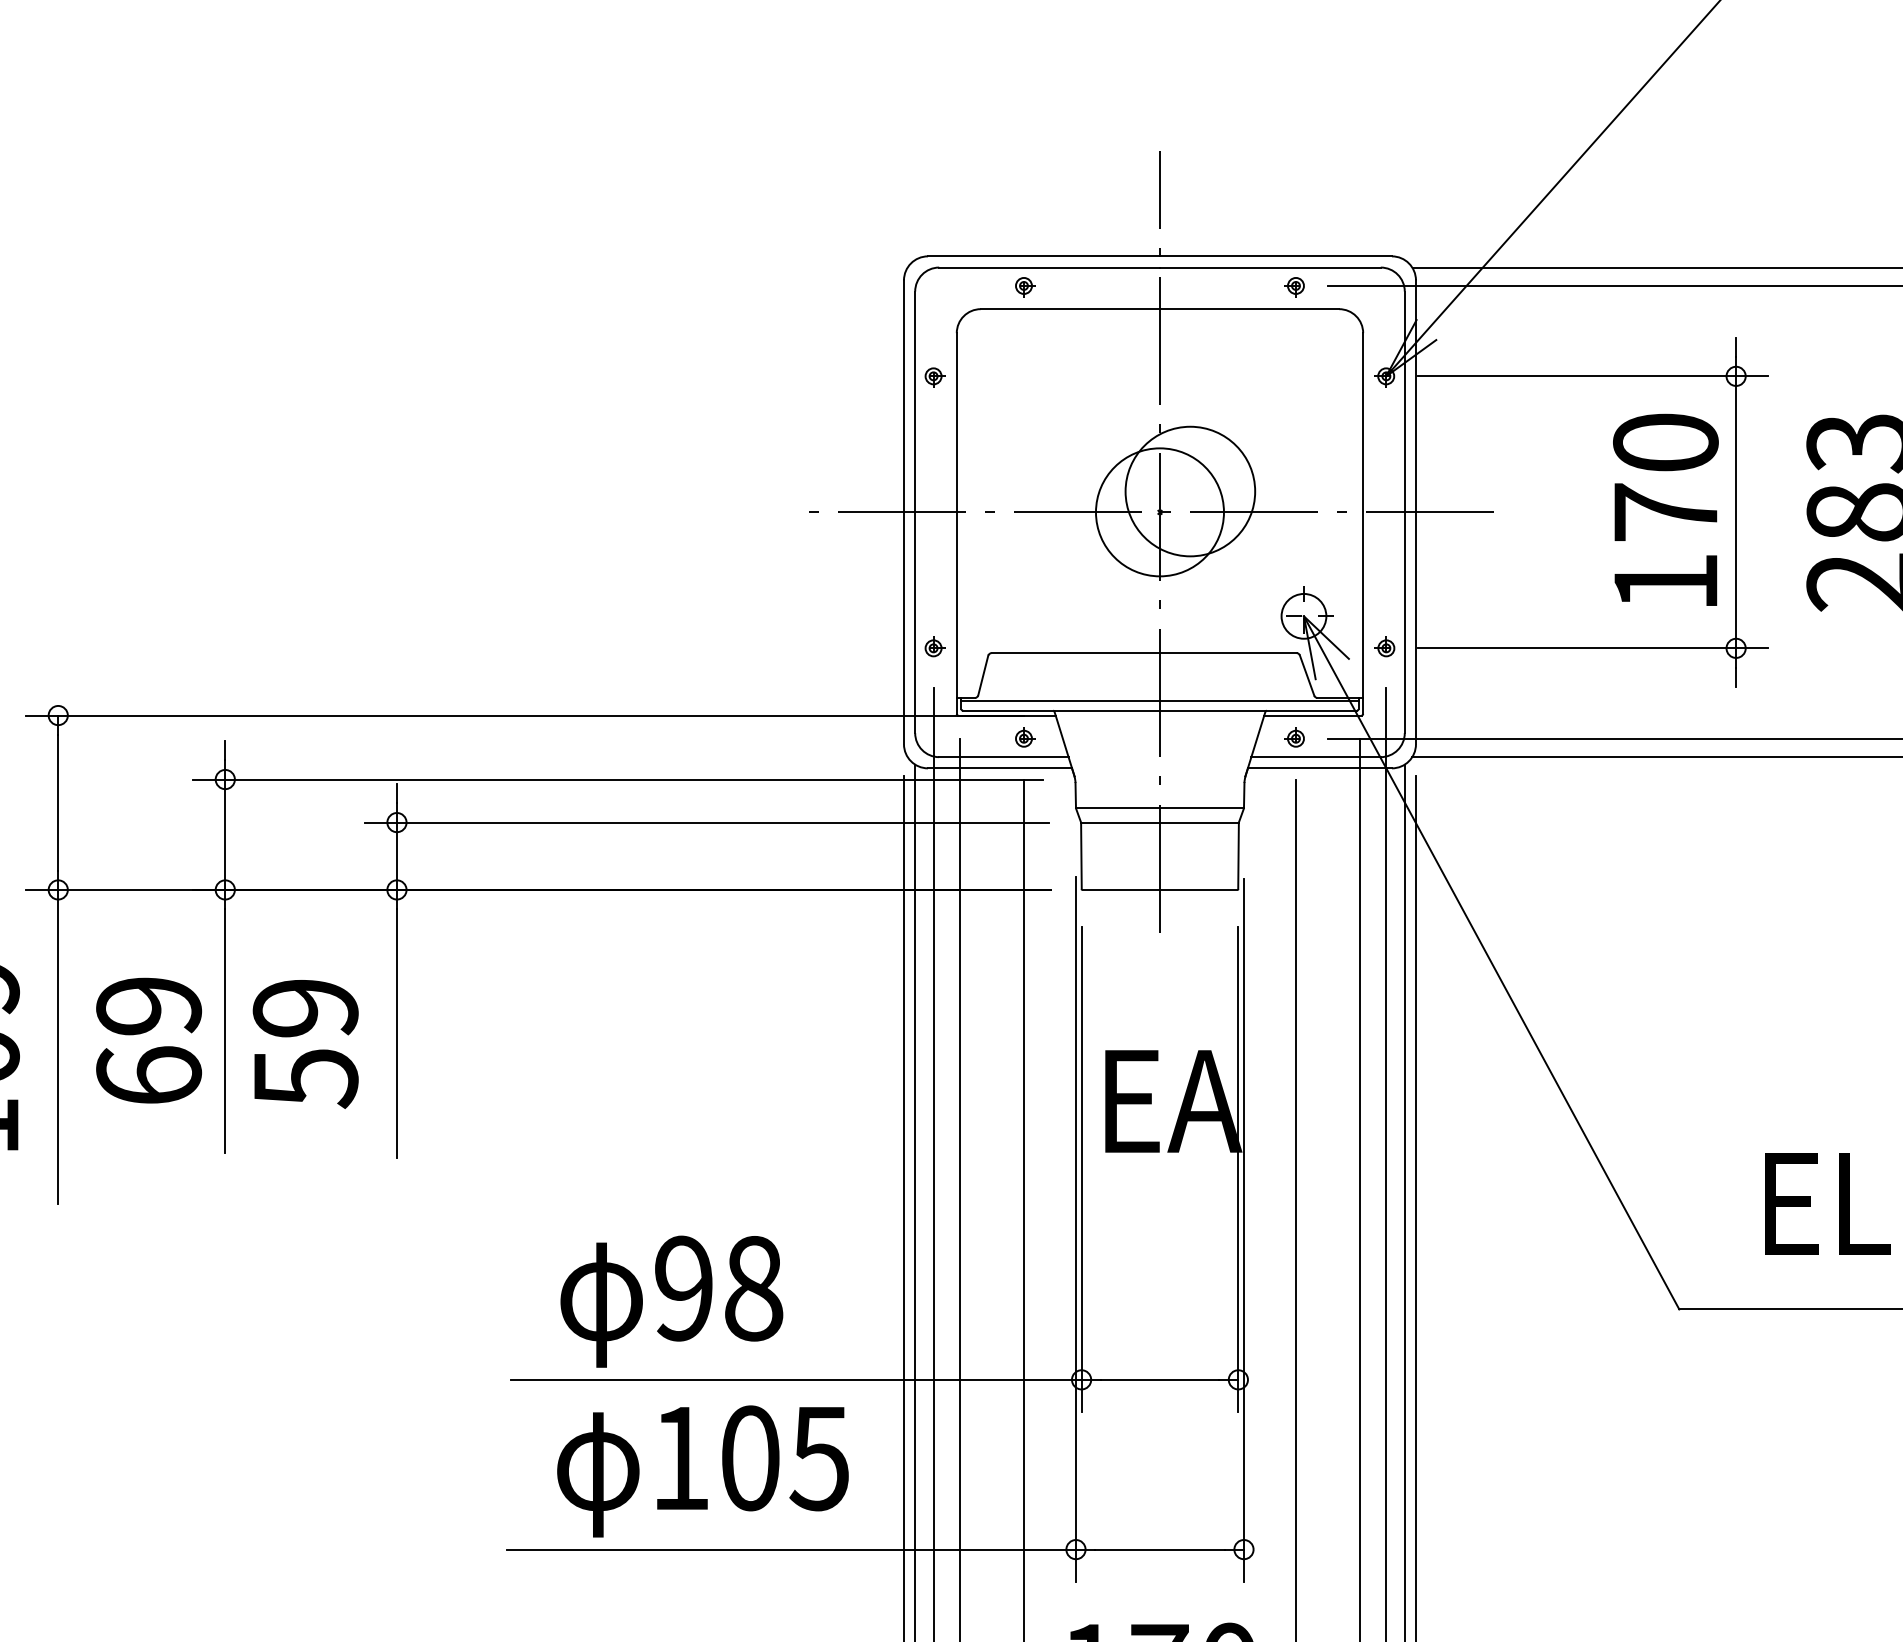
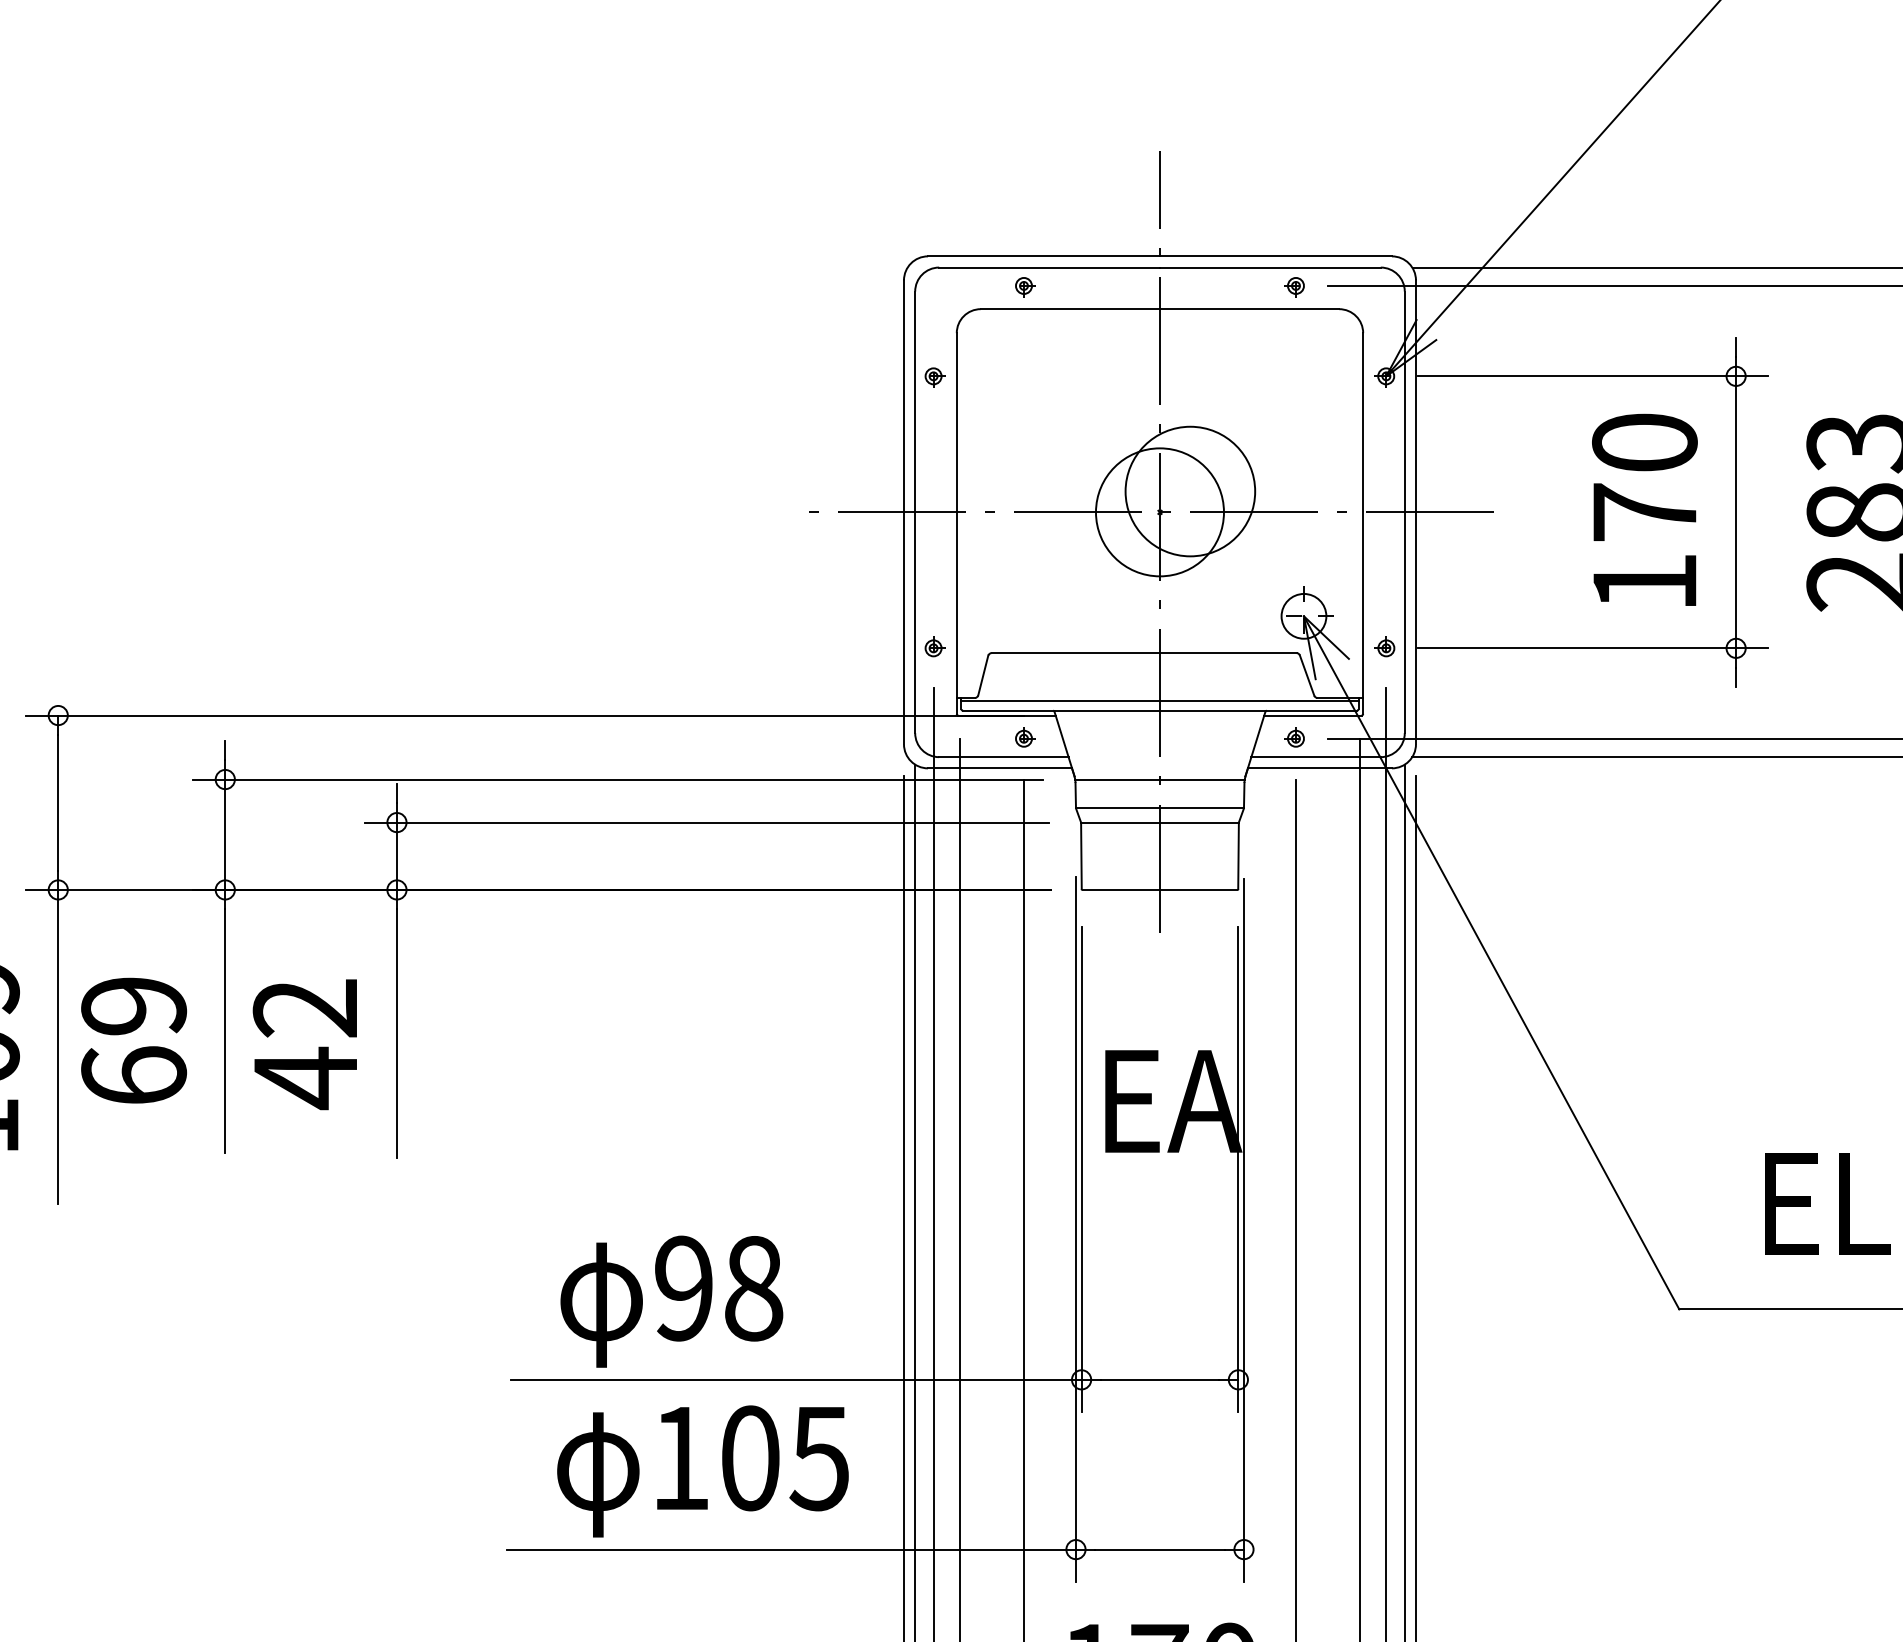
text at (1665, 509) position: (1665, 509) -> (1644, 509)
line at (1159, 779): none -> present
text at (148, 1040) position: (148, 1040) -> (133, 1040)
text at (305, 1044): 59 -> 42
